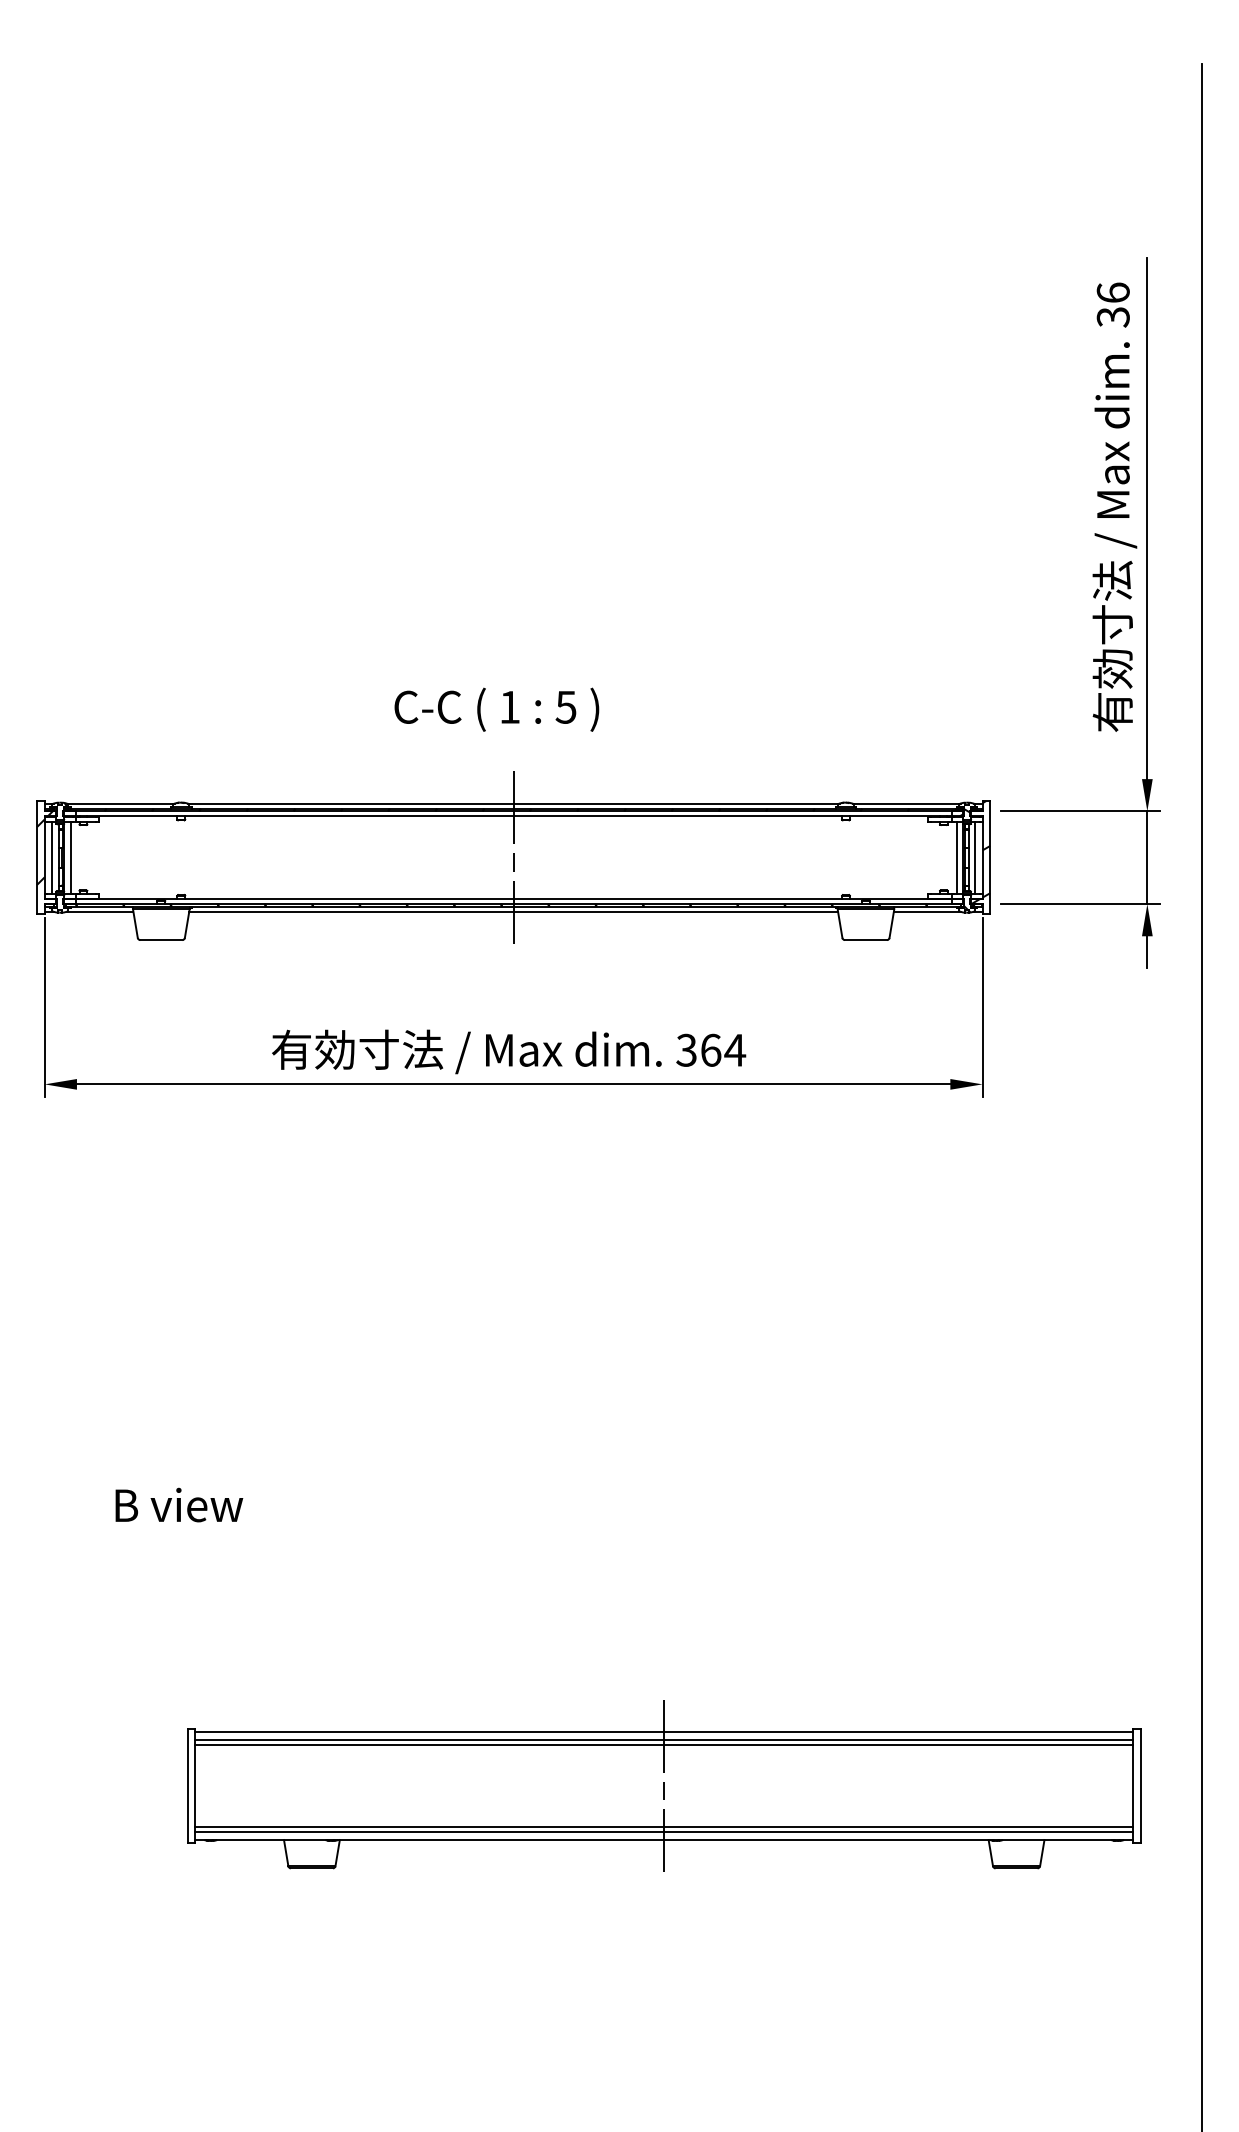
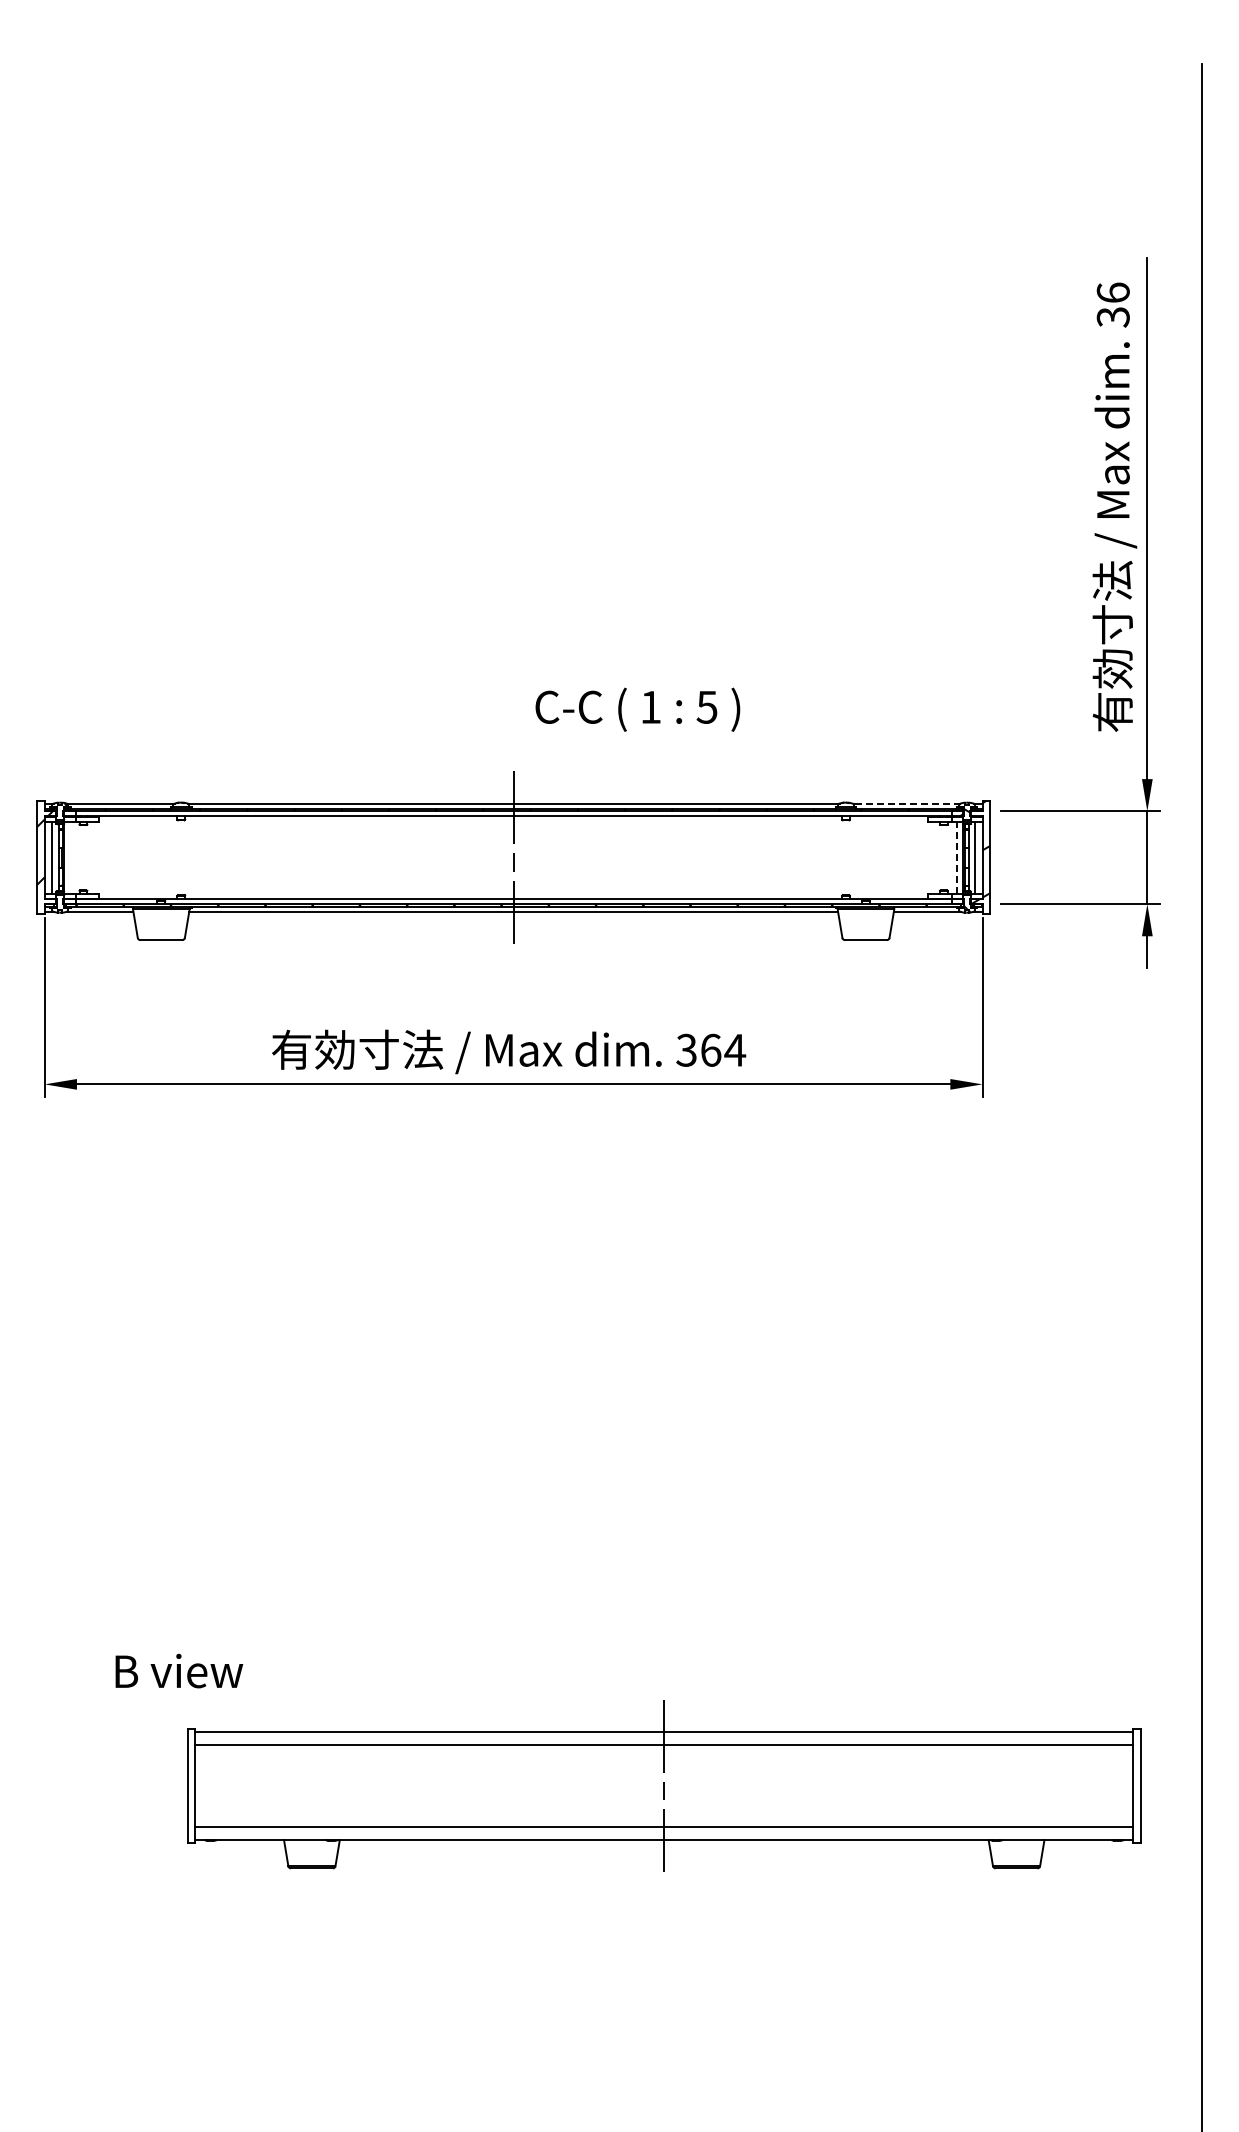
text at (496, 709) position: (496, 709) -> (637, 709)
line at (906, 803): solid -> dashed
line at (70, 857): present -> none
line at (956, 857): solid -> dashed
text at (179, 1504) position: (179, 1504) -> (179, 1670)
line at (664, 1739): present -> none
line at (664, 1832): present -> none
